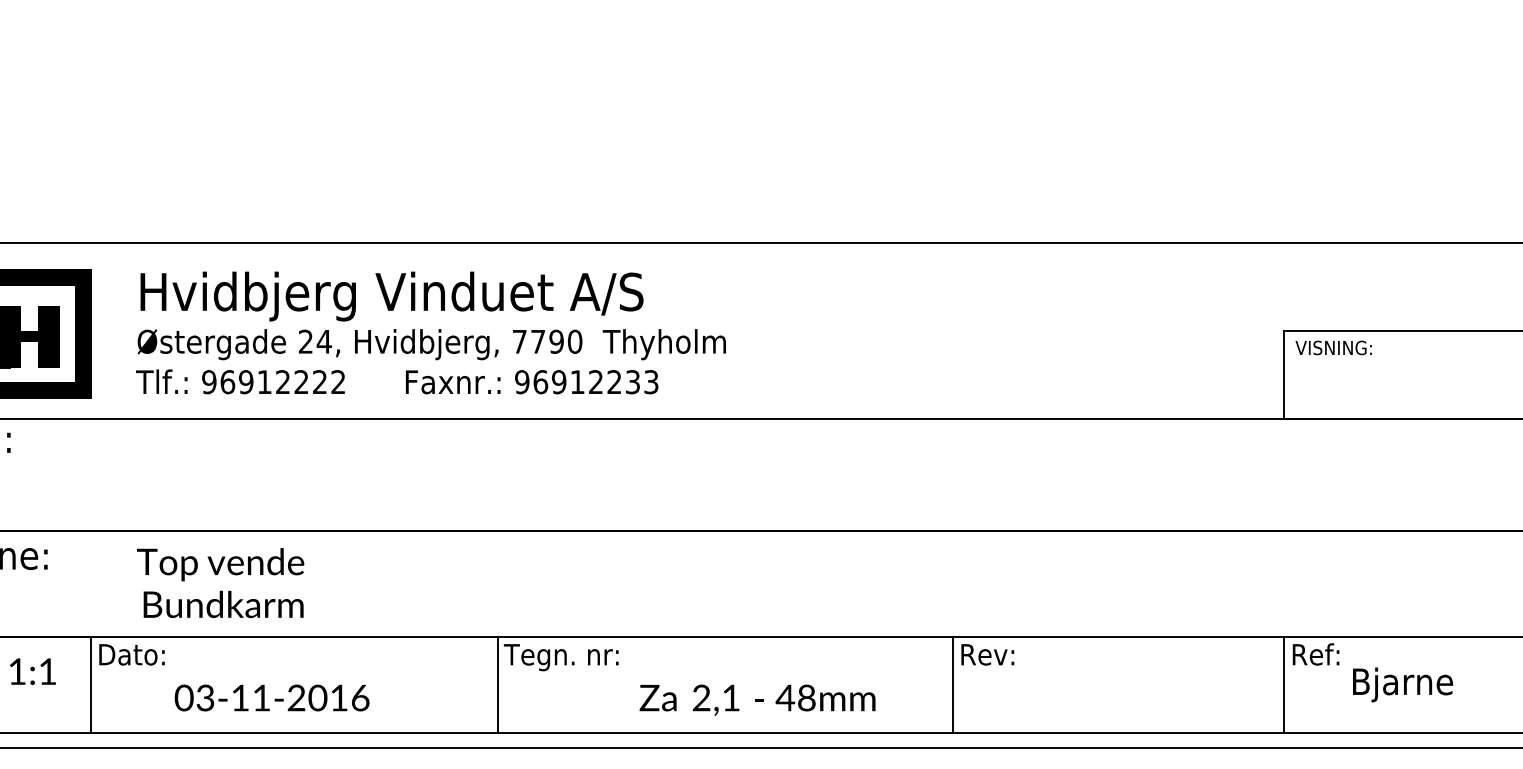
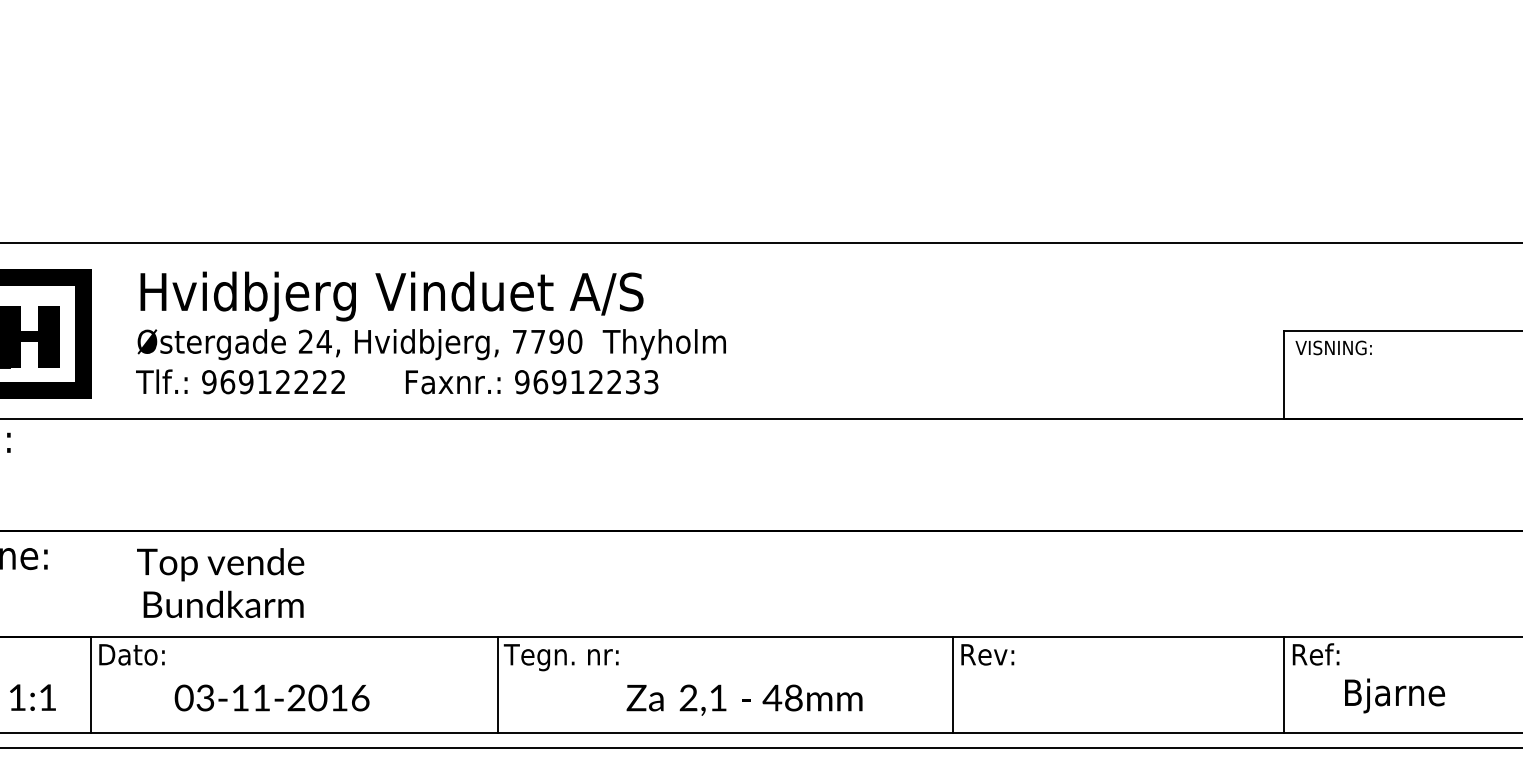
text at (32, 671) position: (32, 671) -> (32, 697)
text at (1403, 684) position: (1403, 684) -> (1395, 695)
text at (757, 699) position: (757, 699) -> (744, 699)
